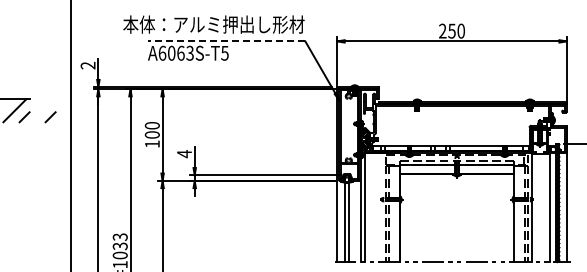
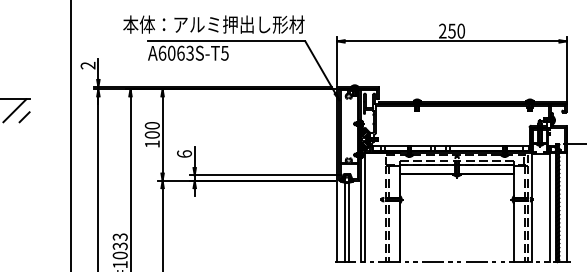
line at (226, 41): dashed -> solid
line at (50, 117): present -> none
text at (184, 154): 4 -> 6
